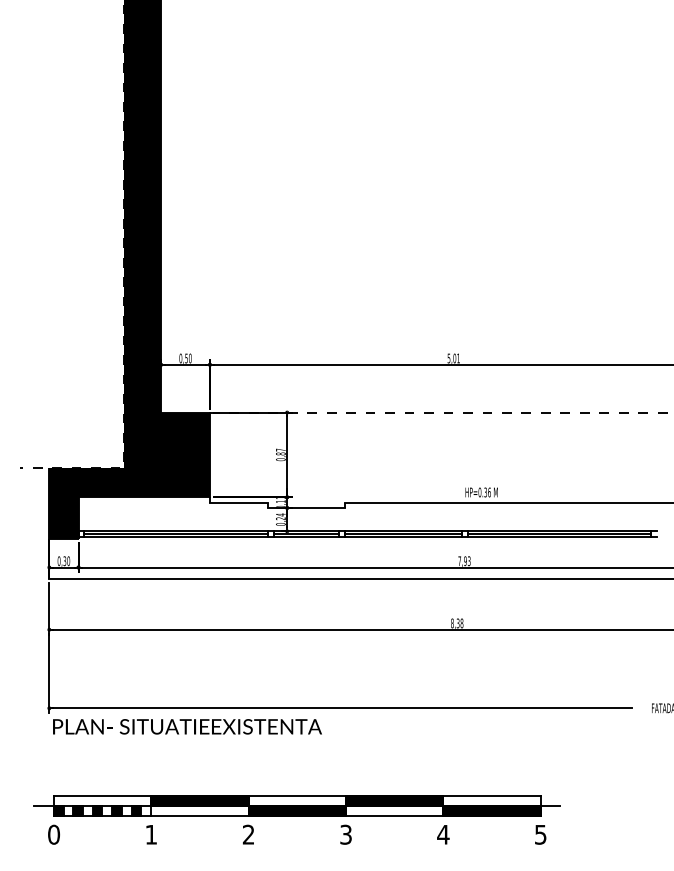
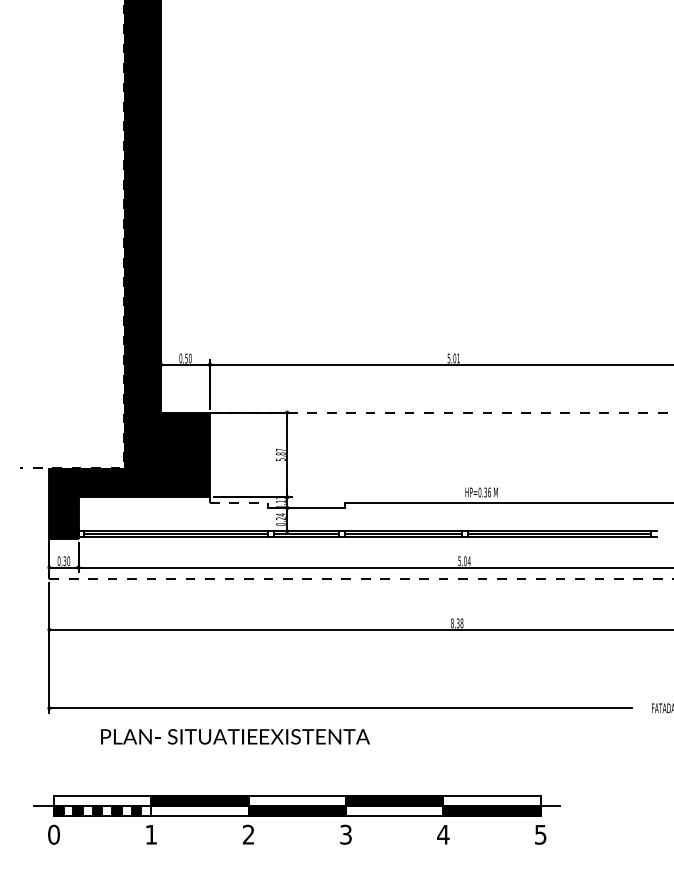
text at (280, 459): 0,87 -> 5,87
line at (239, 503): solid -> dashed
text at (464, 561): 7,93 -> 5,04
line at (361, 579): solid -> dashed
text at (187, 726) position: (187, 726) -> (235, 736)
